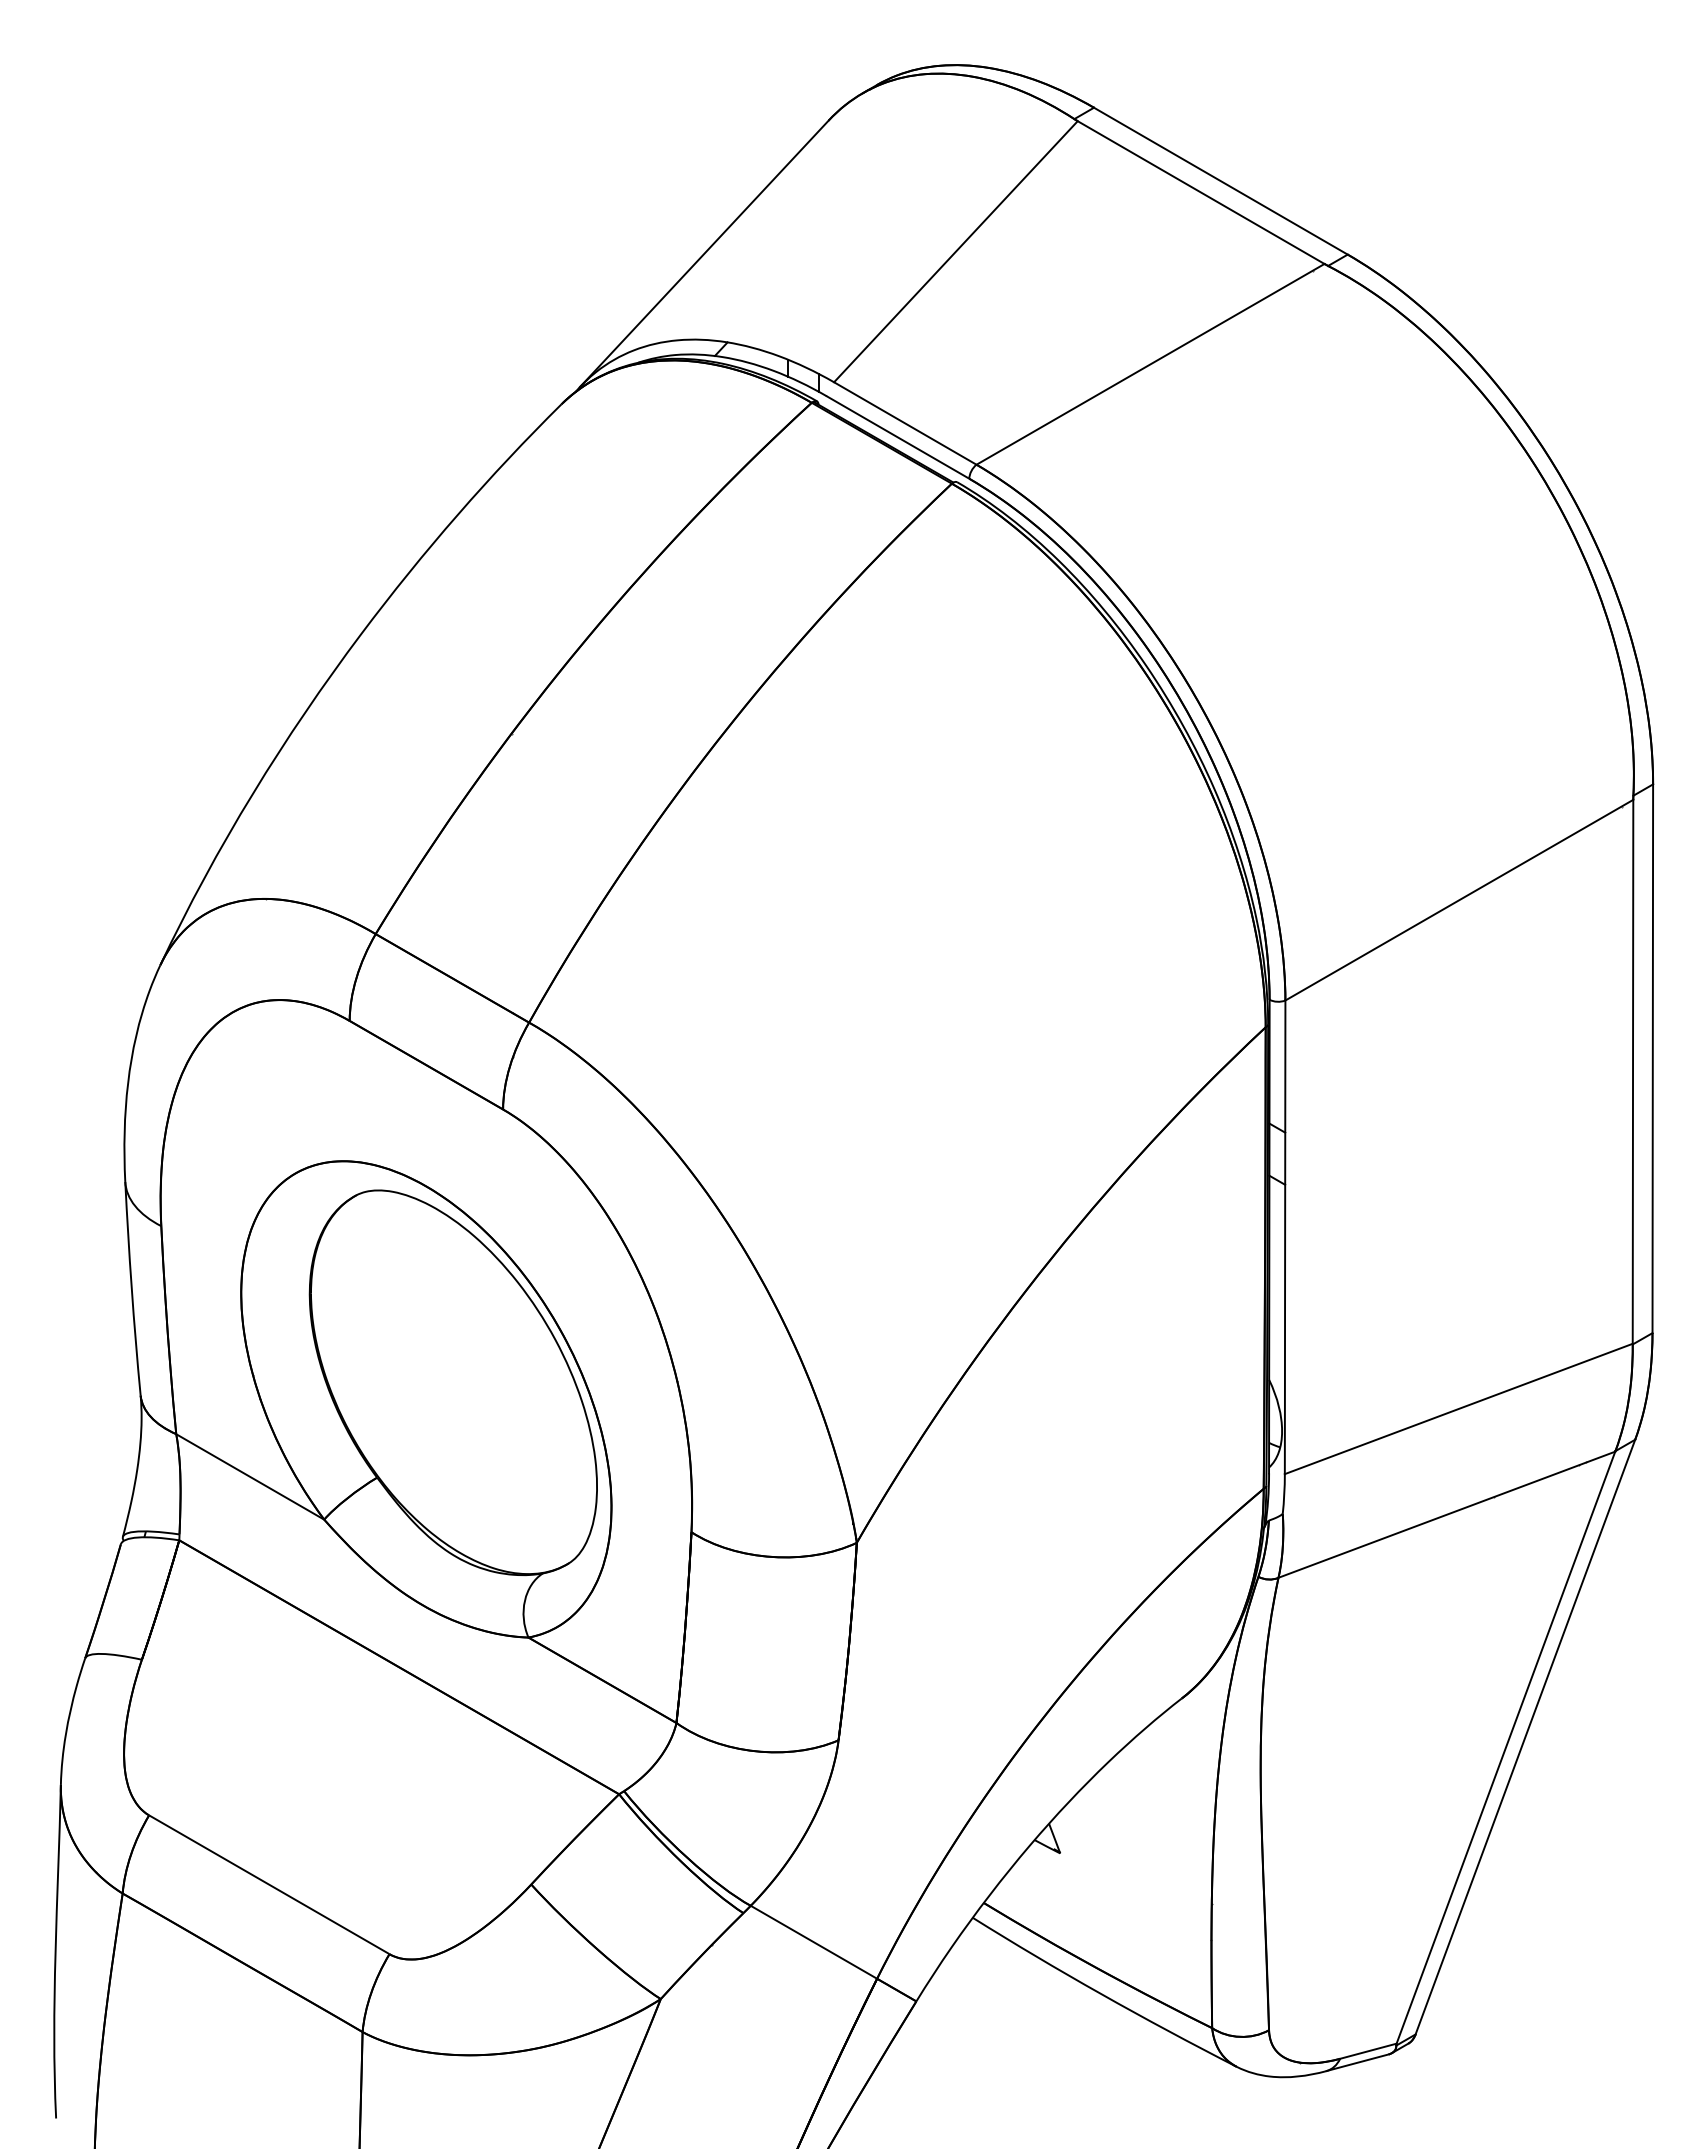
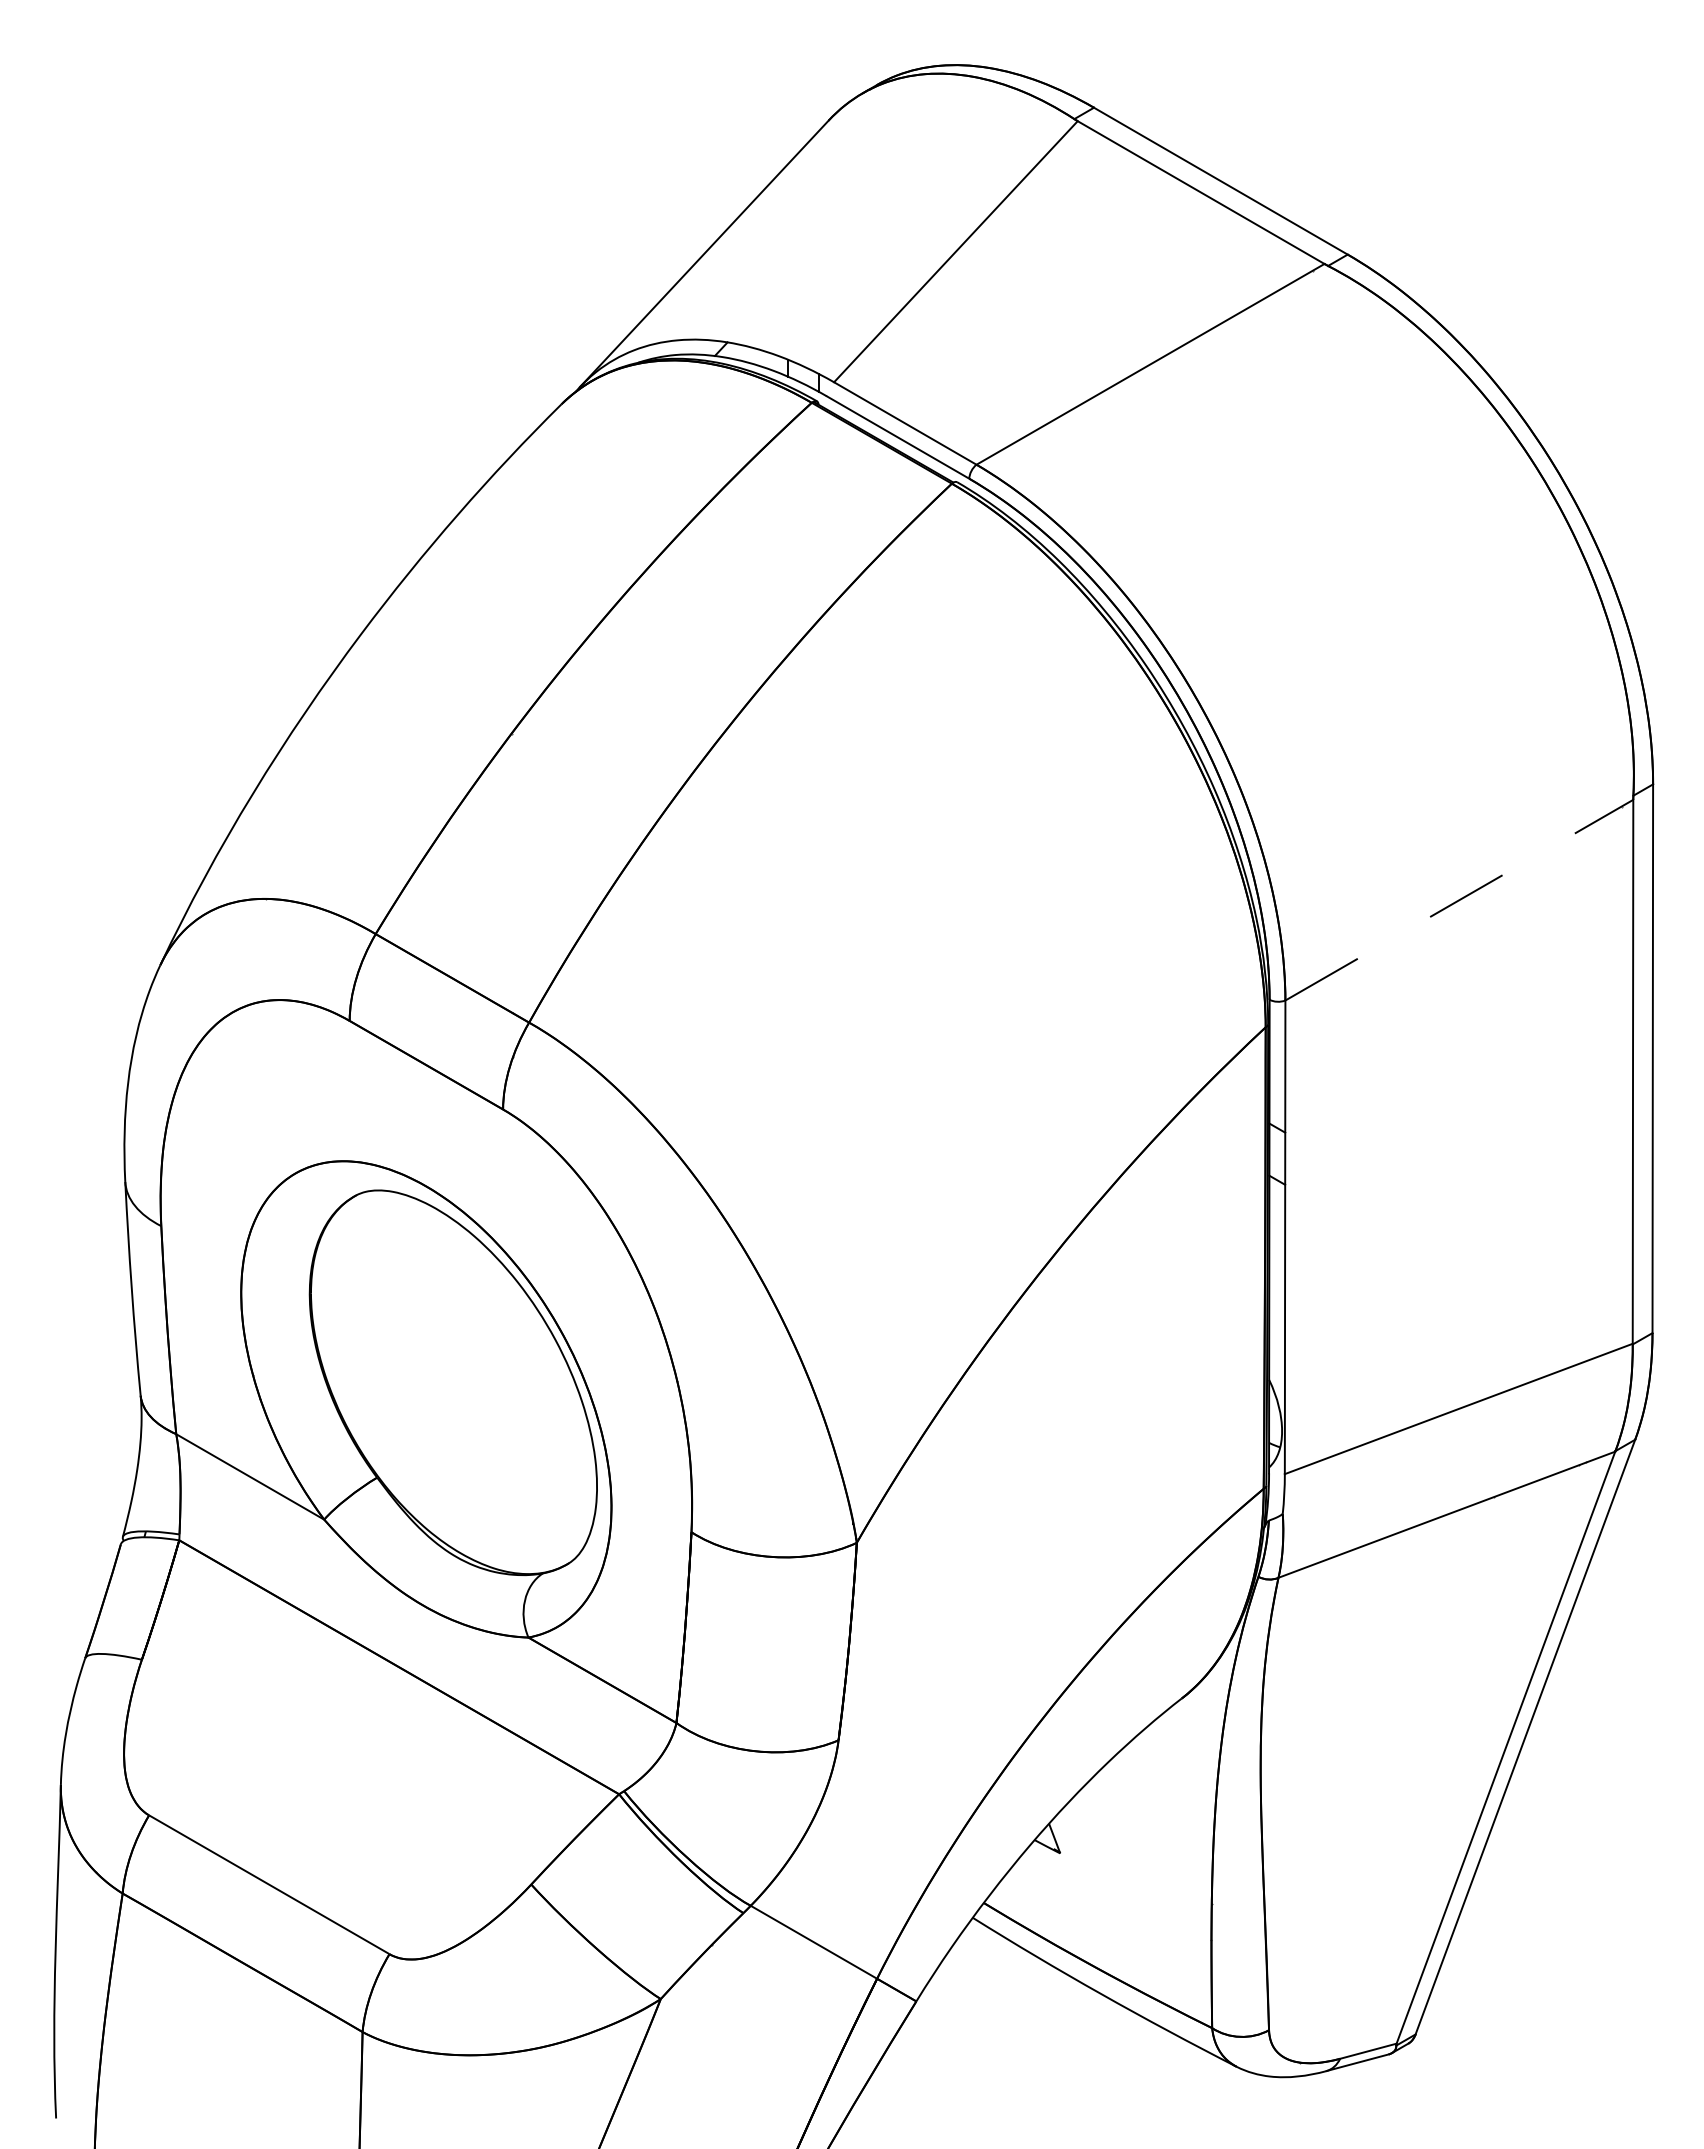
line at (1459, 900): solid -> dashed
